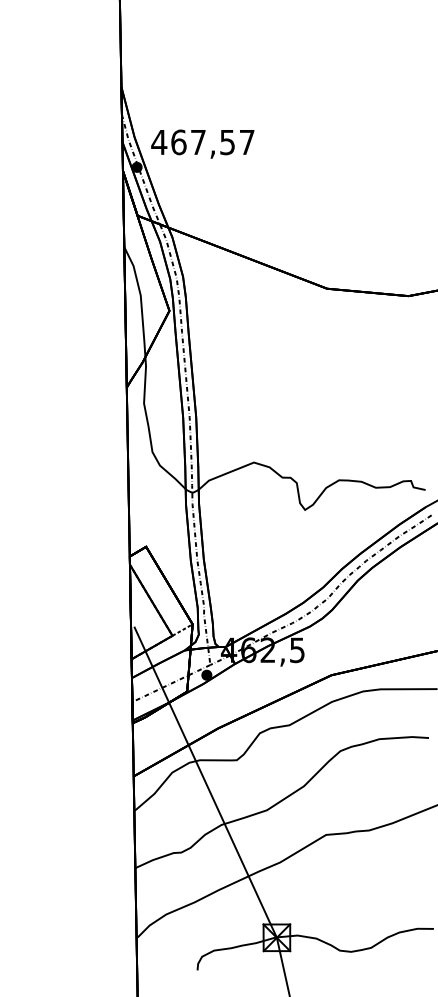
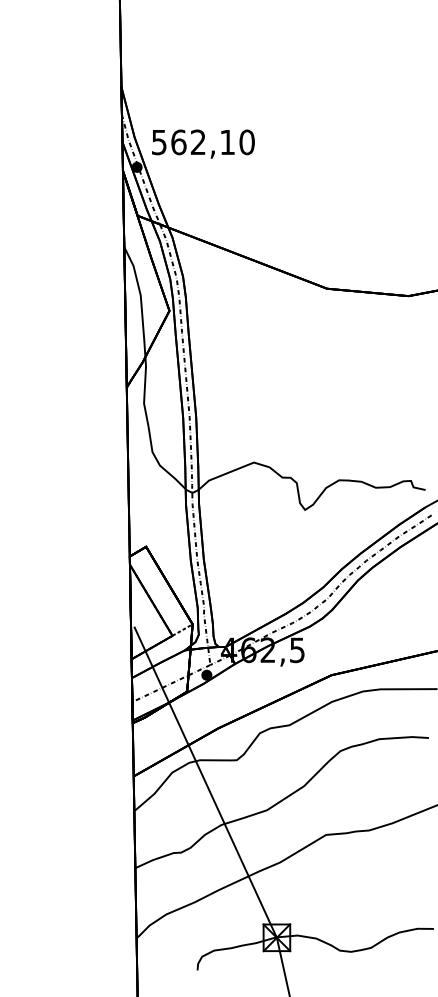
text at (202, 142): 467,57 -> 562,10
